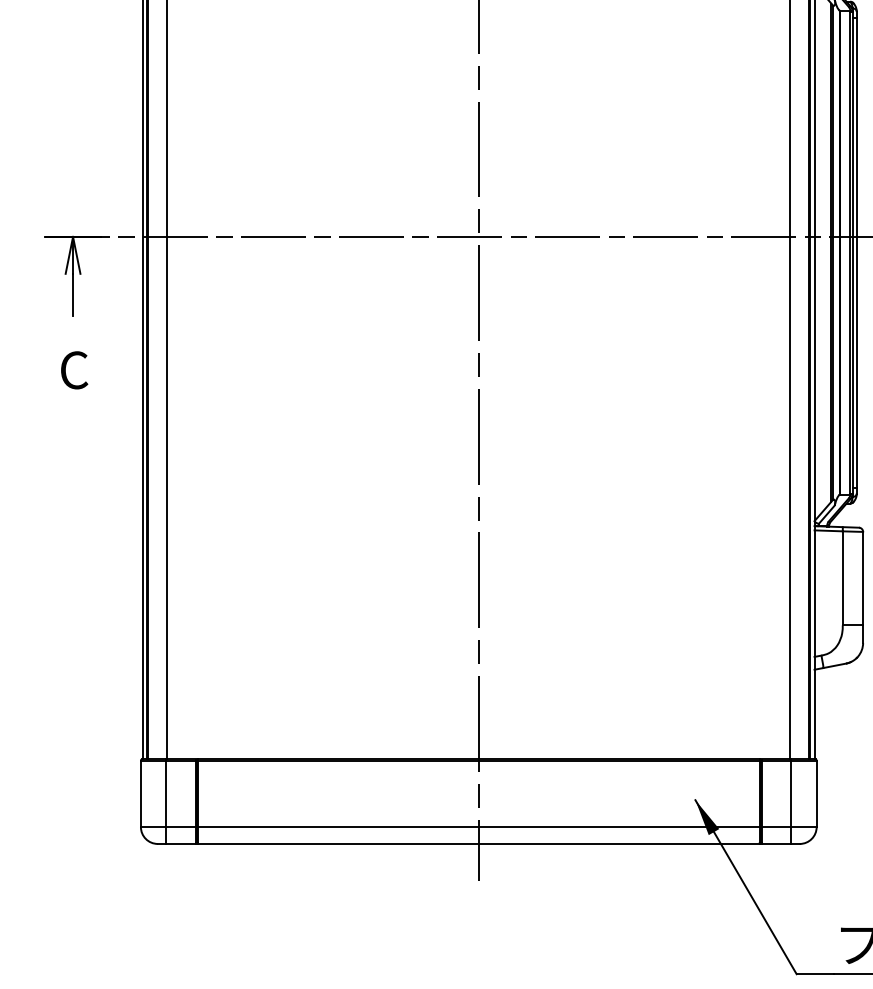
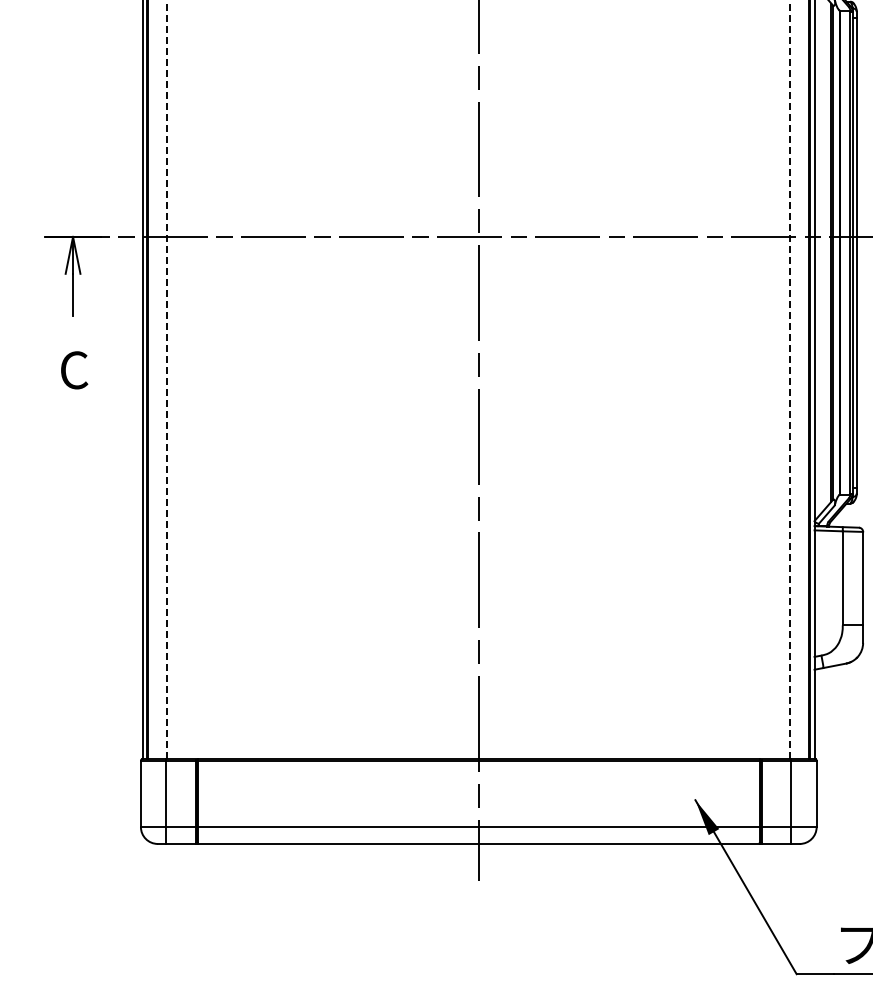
line at (167, 379): solid -> dashed
line at (790, 379): solid -> dashed
